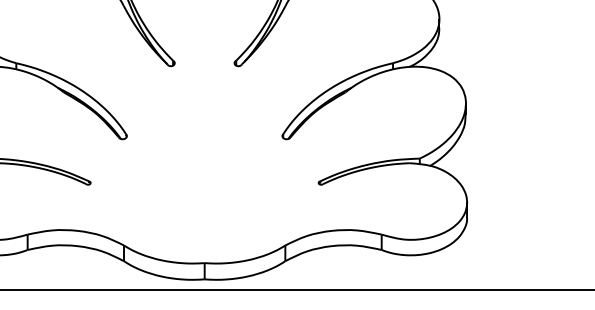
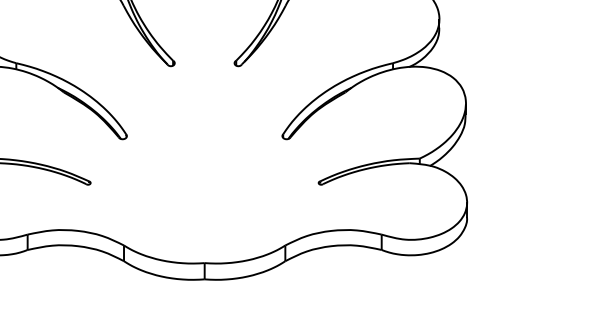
line at (296, 289): present -> none
